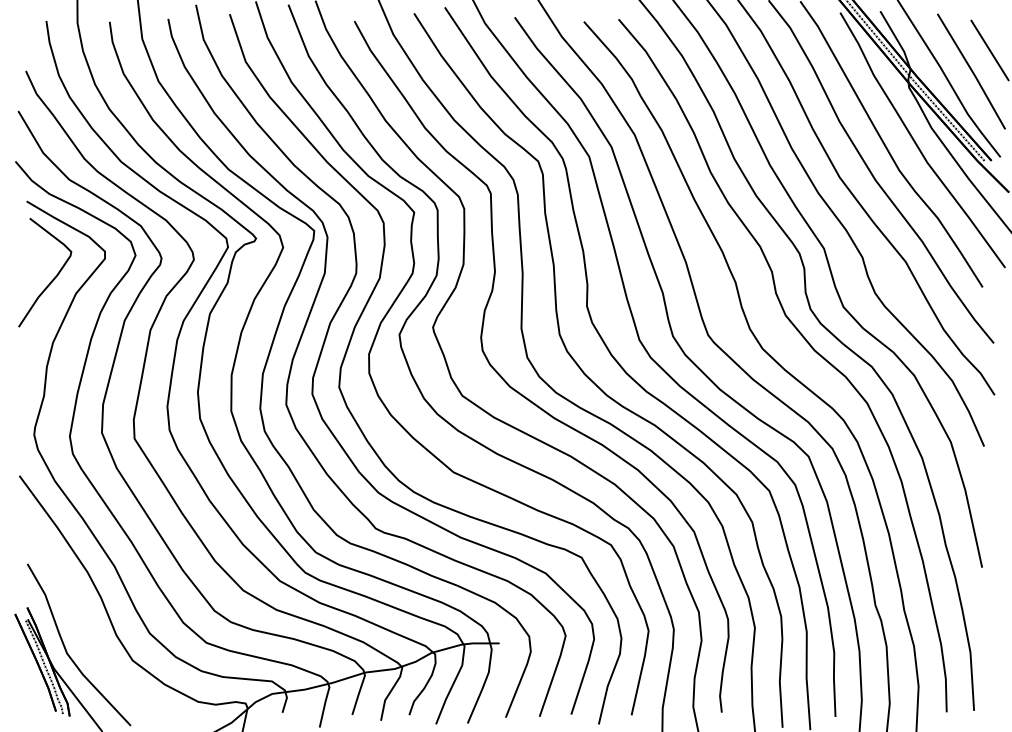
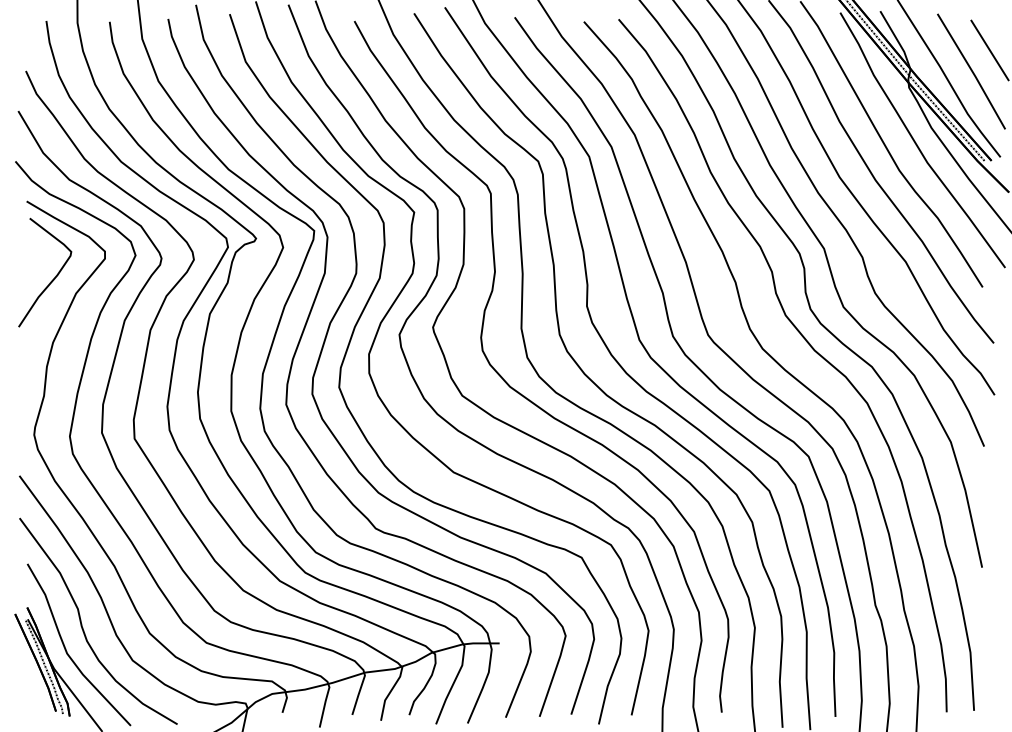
curve at (82, 624): none -> present
